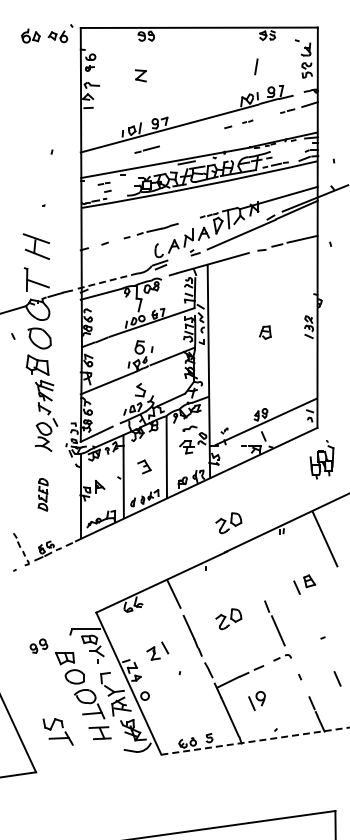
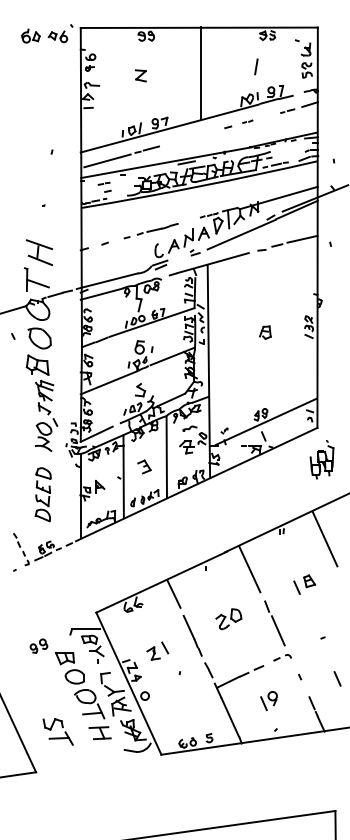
line at (200, 73): none -> present
line at (107, 160): none -> present
part at (35, 246) position: (35, 246) -> (38, 252)
line at (107, 281): dashed -> solid
part at (42, 494) size: 12x34 px -> 18x56 px
part at (228, 523): present -> none
line at (249, 569): none -> present
part at (256, 701) position: (256, 701) -> (268, 701)
line at (255, 741): dashed -> solid
